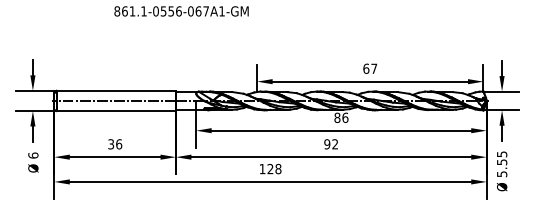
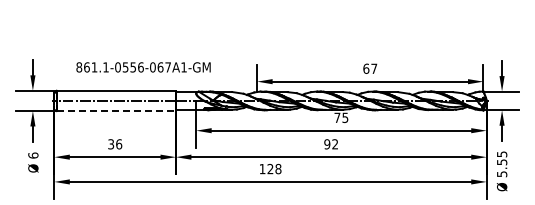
text at (181, 11) position: (181, 11) -> (143, 67)
line at (116, 111): solid -> dashed
text at (341, 117): 86 -> 75
